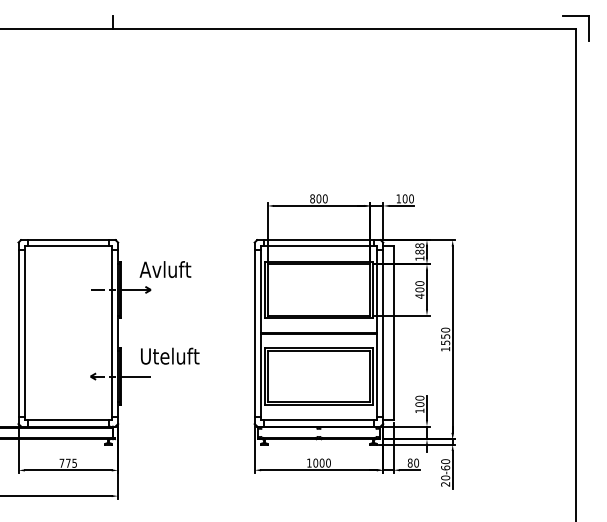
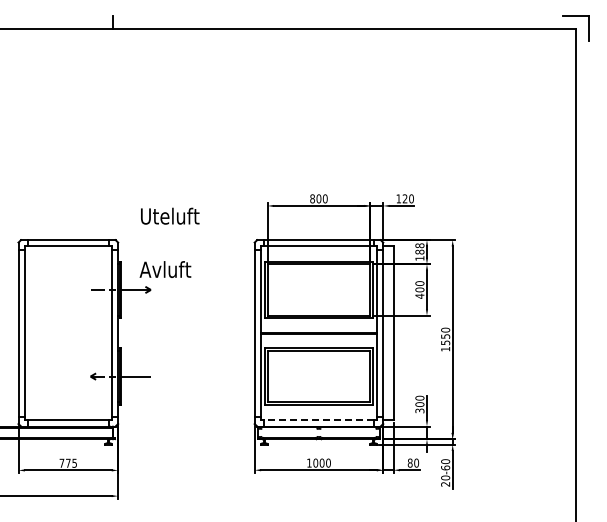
text at (404, 198): 100 -> 120
text at (170, 355) position: (170, 355) -> (170, 215)
text at (419, 410): 100 -> 300
line at (318, 420): solid -> dashed
